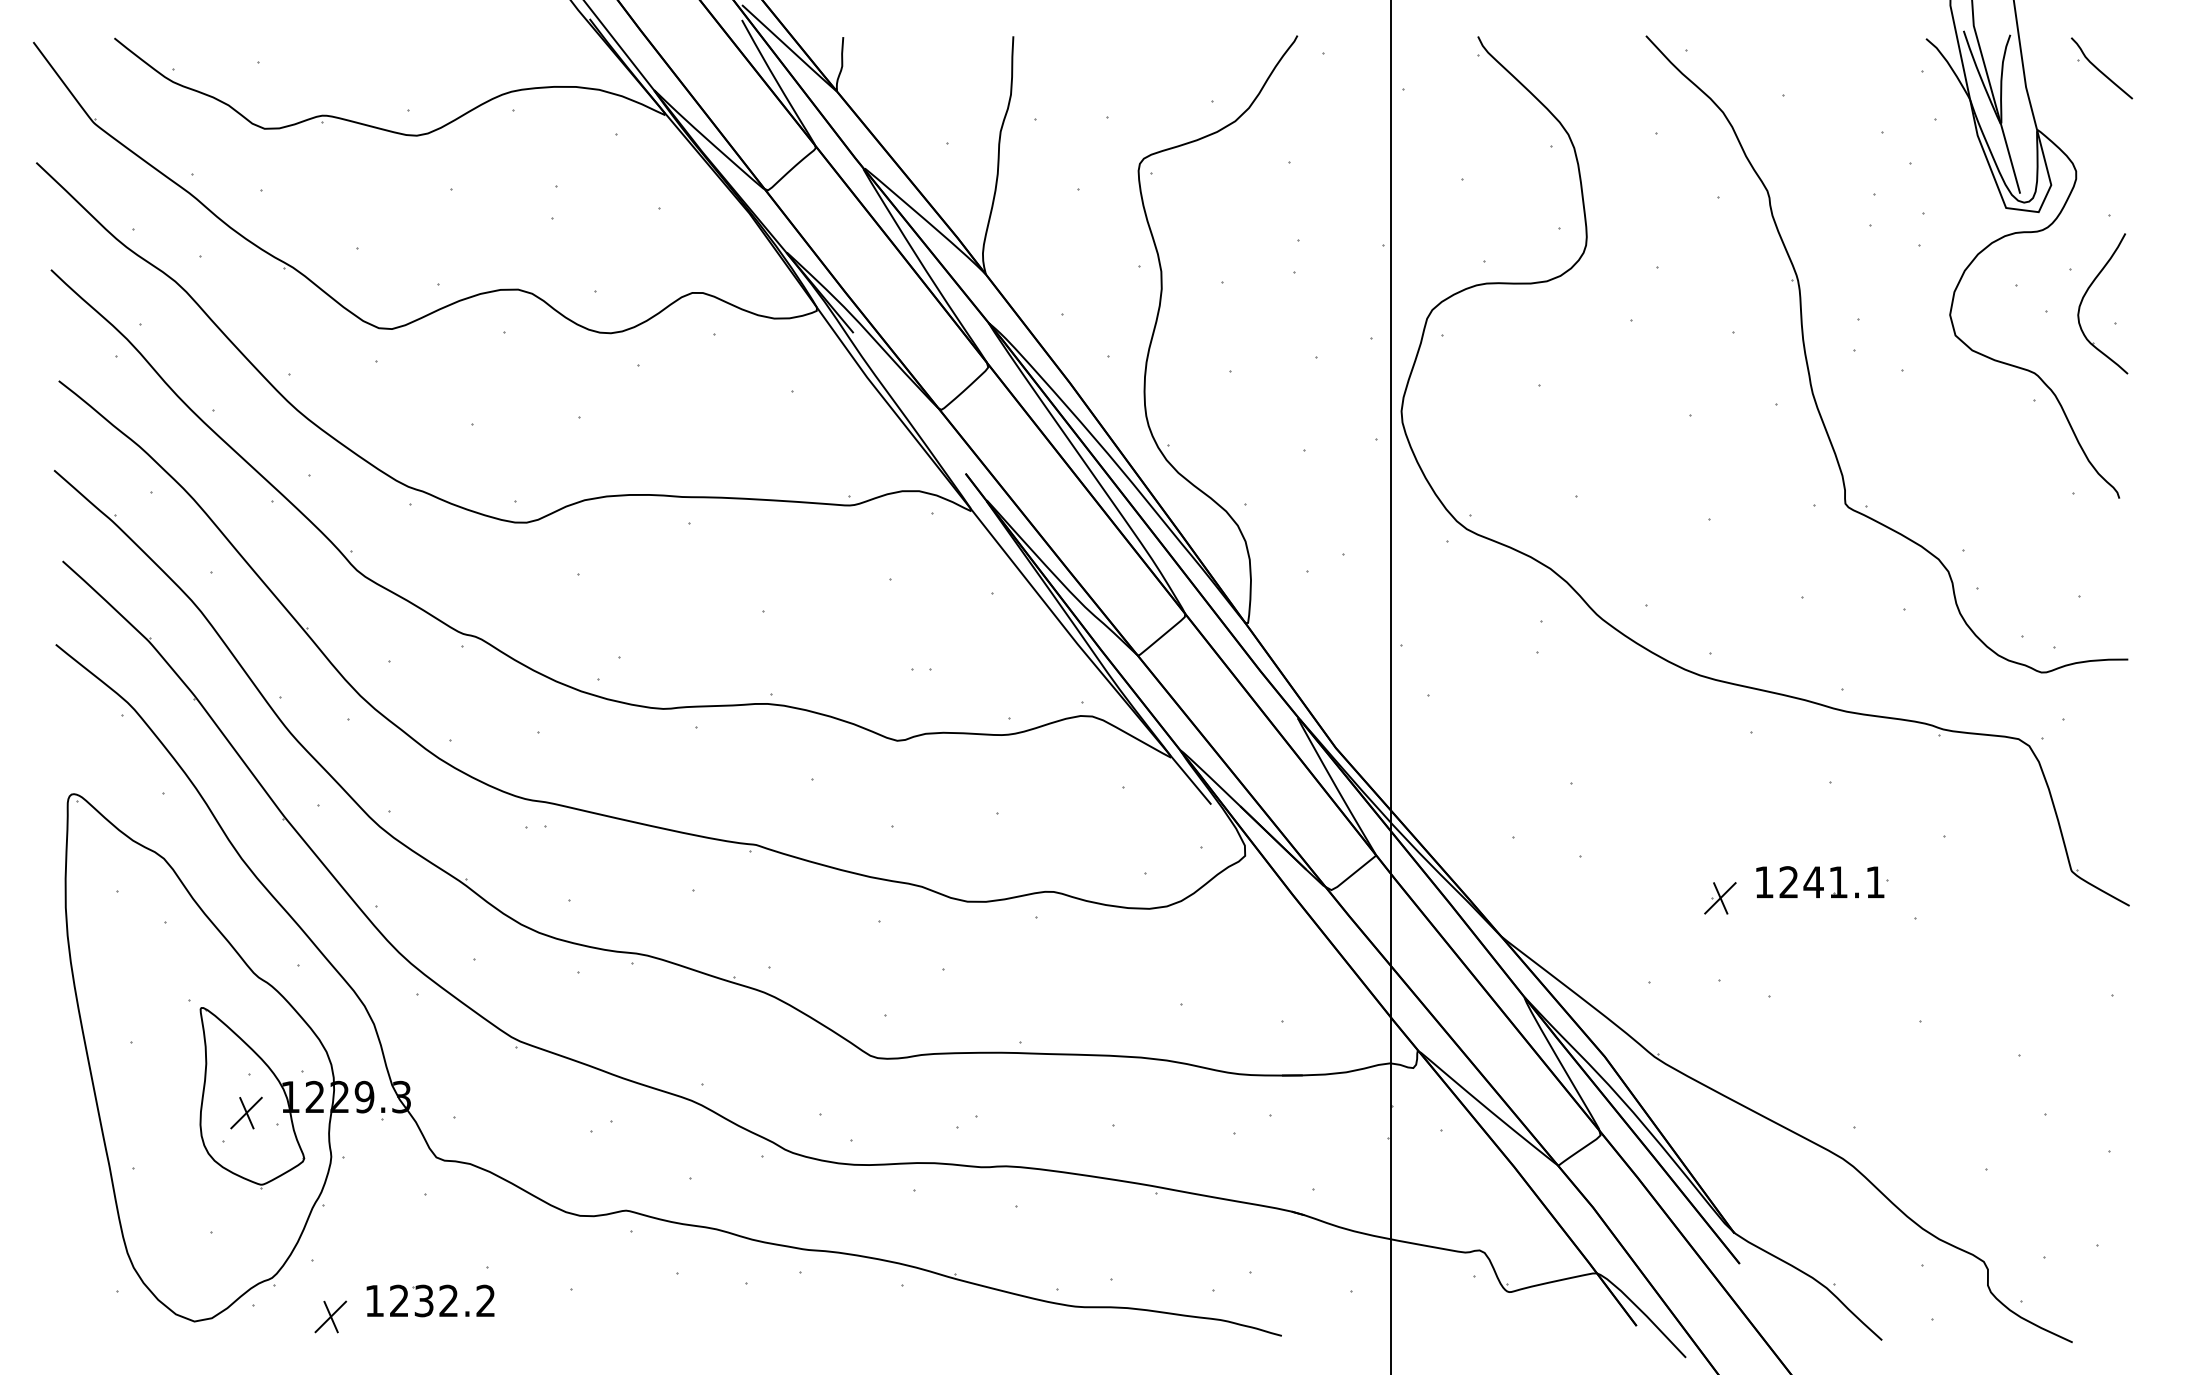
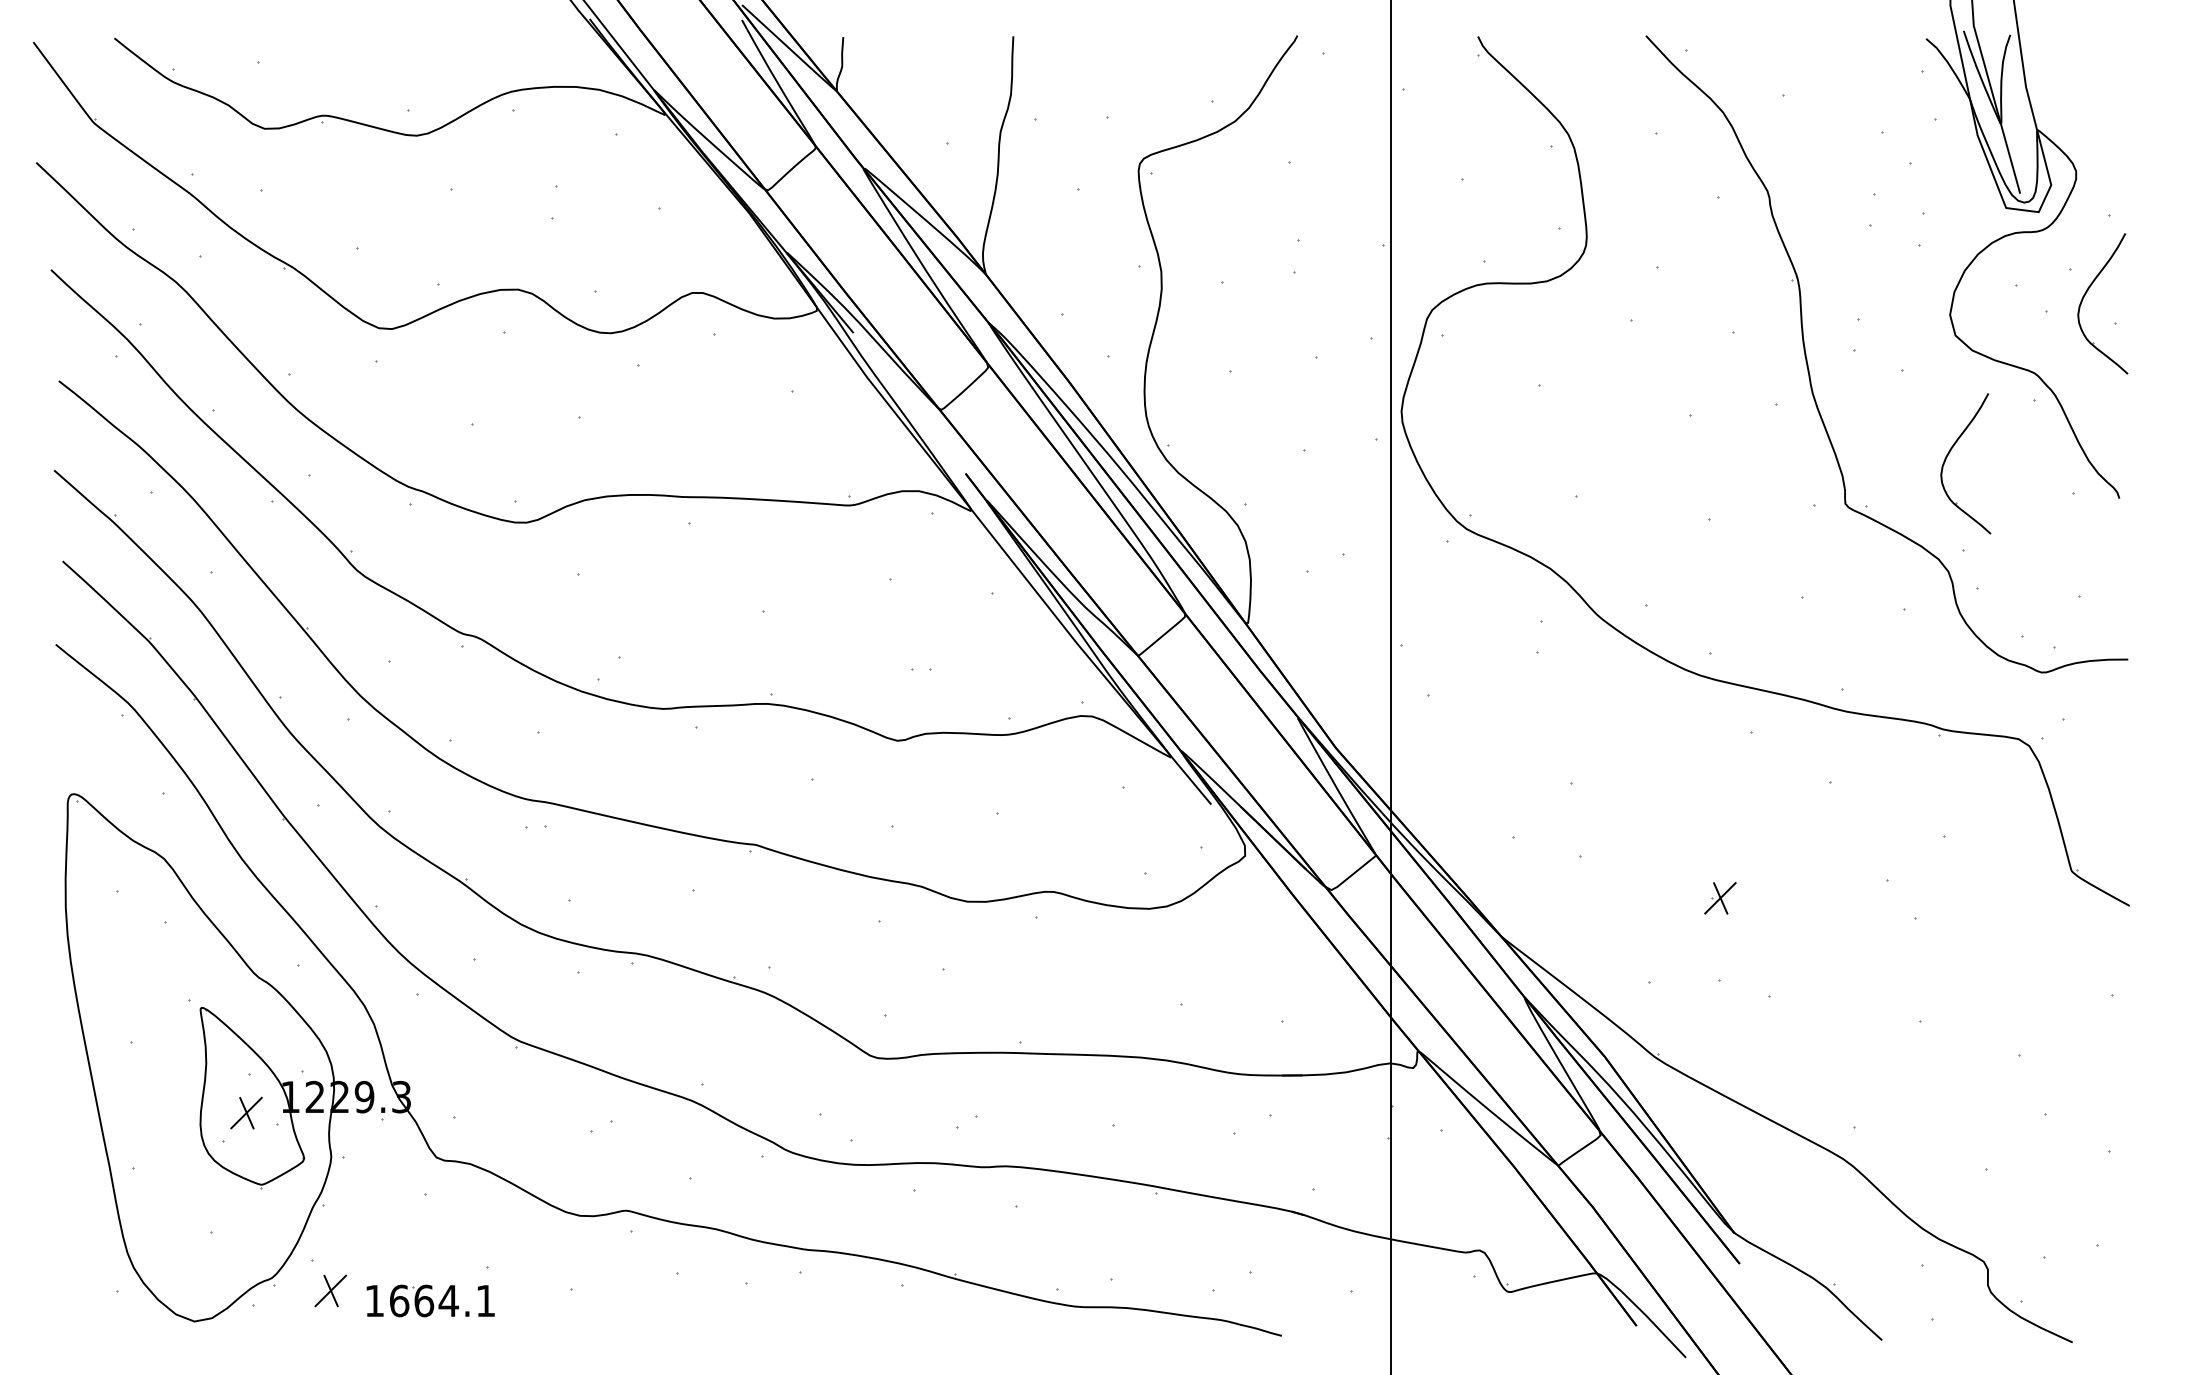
part at (2102, 68): present -> none
part at (1950, 452): none -> present
part at (1820, 881): present -> none
text at (442, 1300): 1232.2 -> 1664.1
part at (330, 1316) position: (330, 1316) -> (330, 1290)
